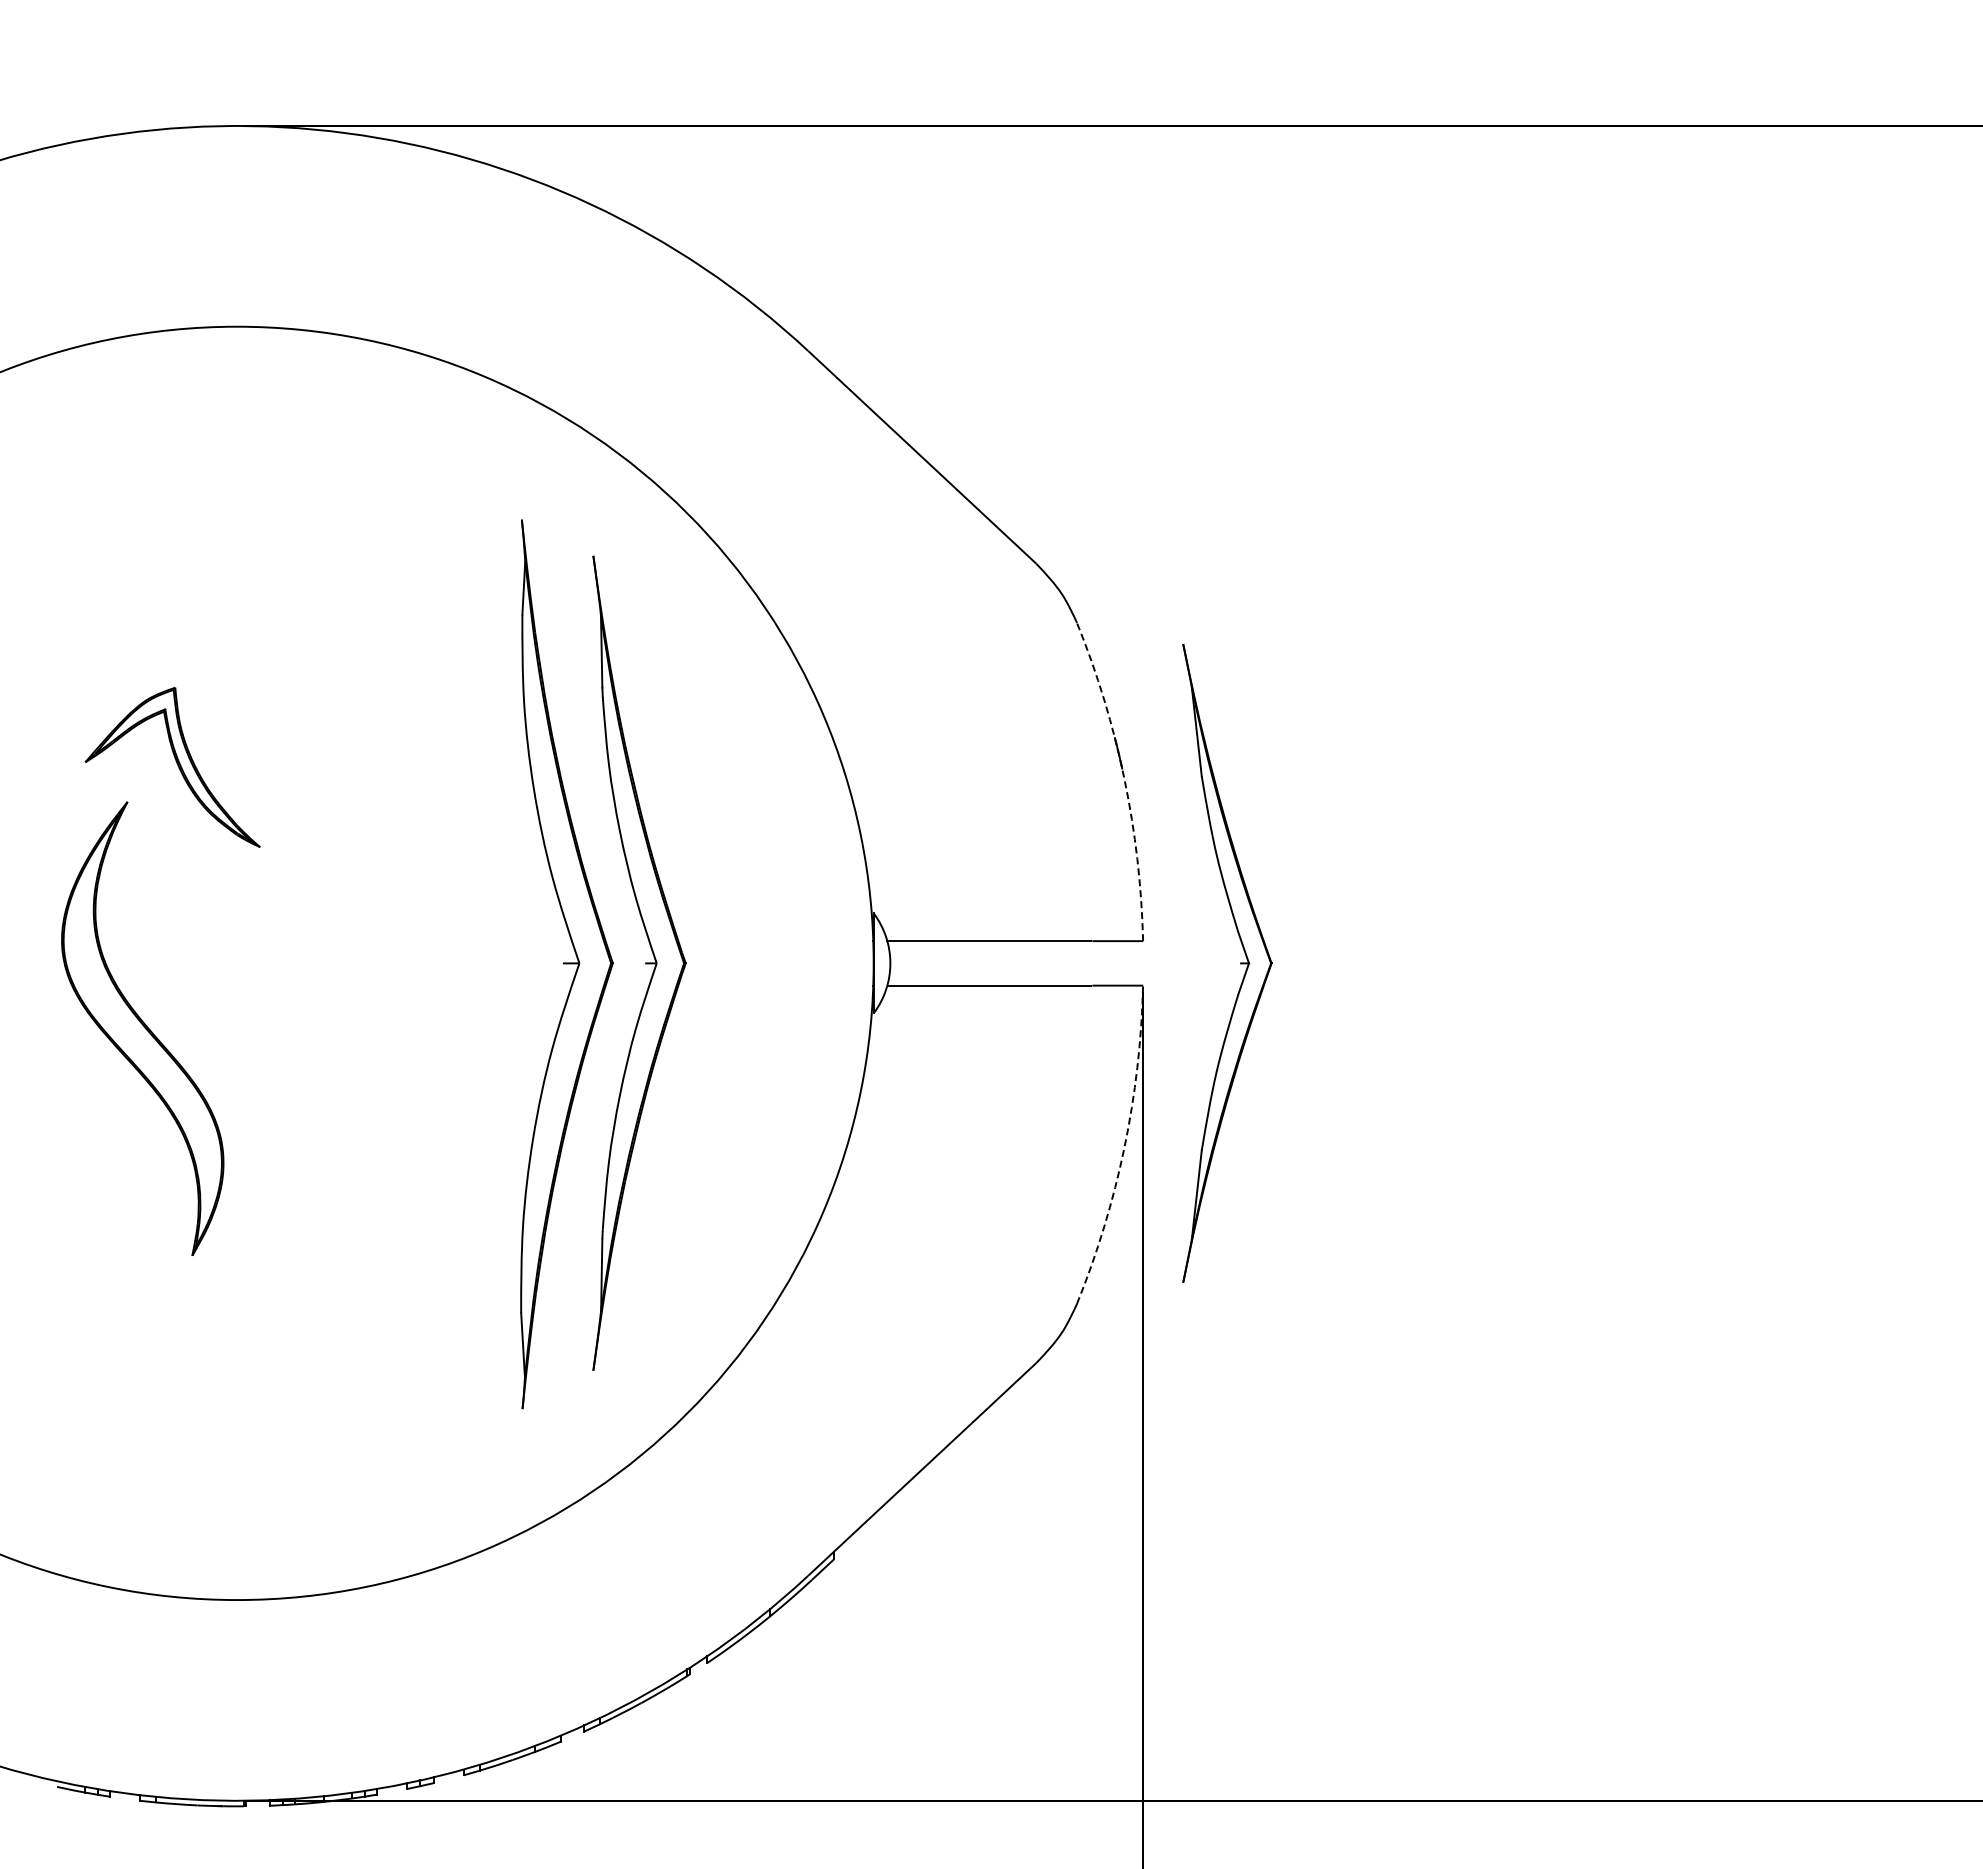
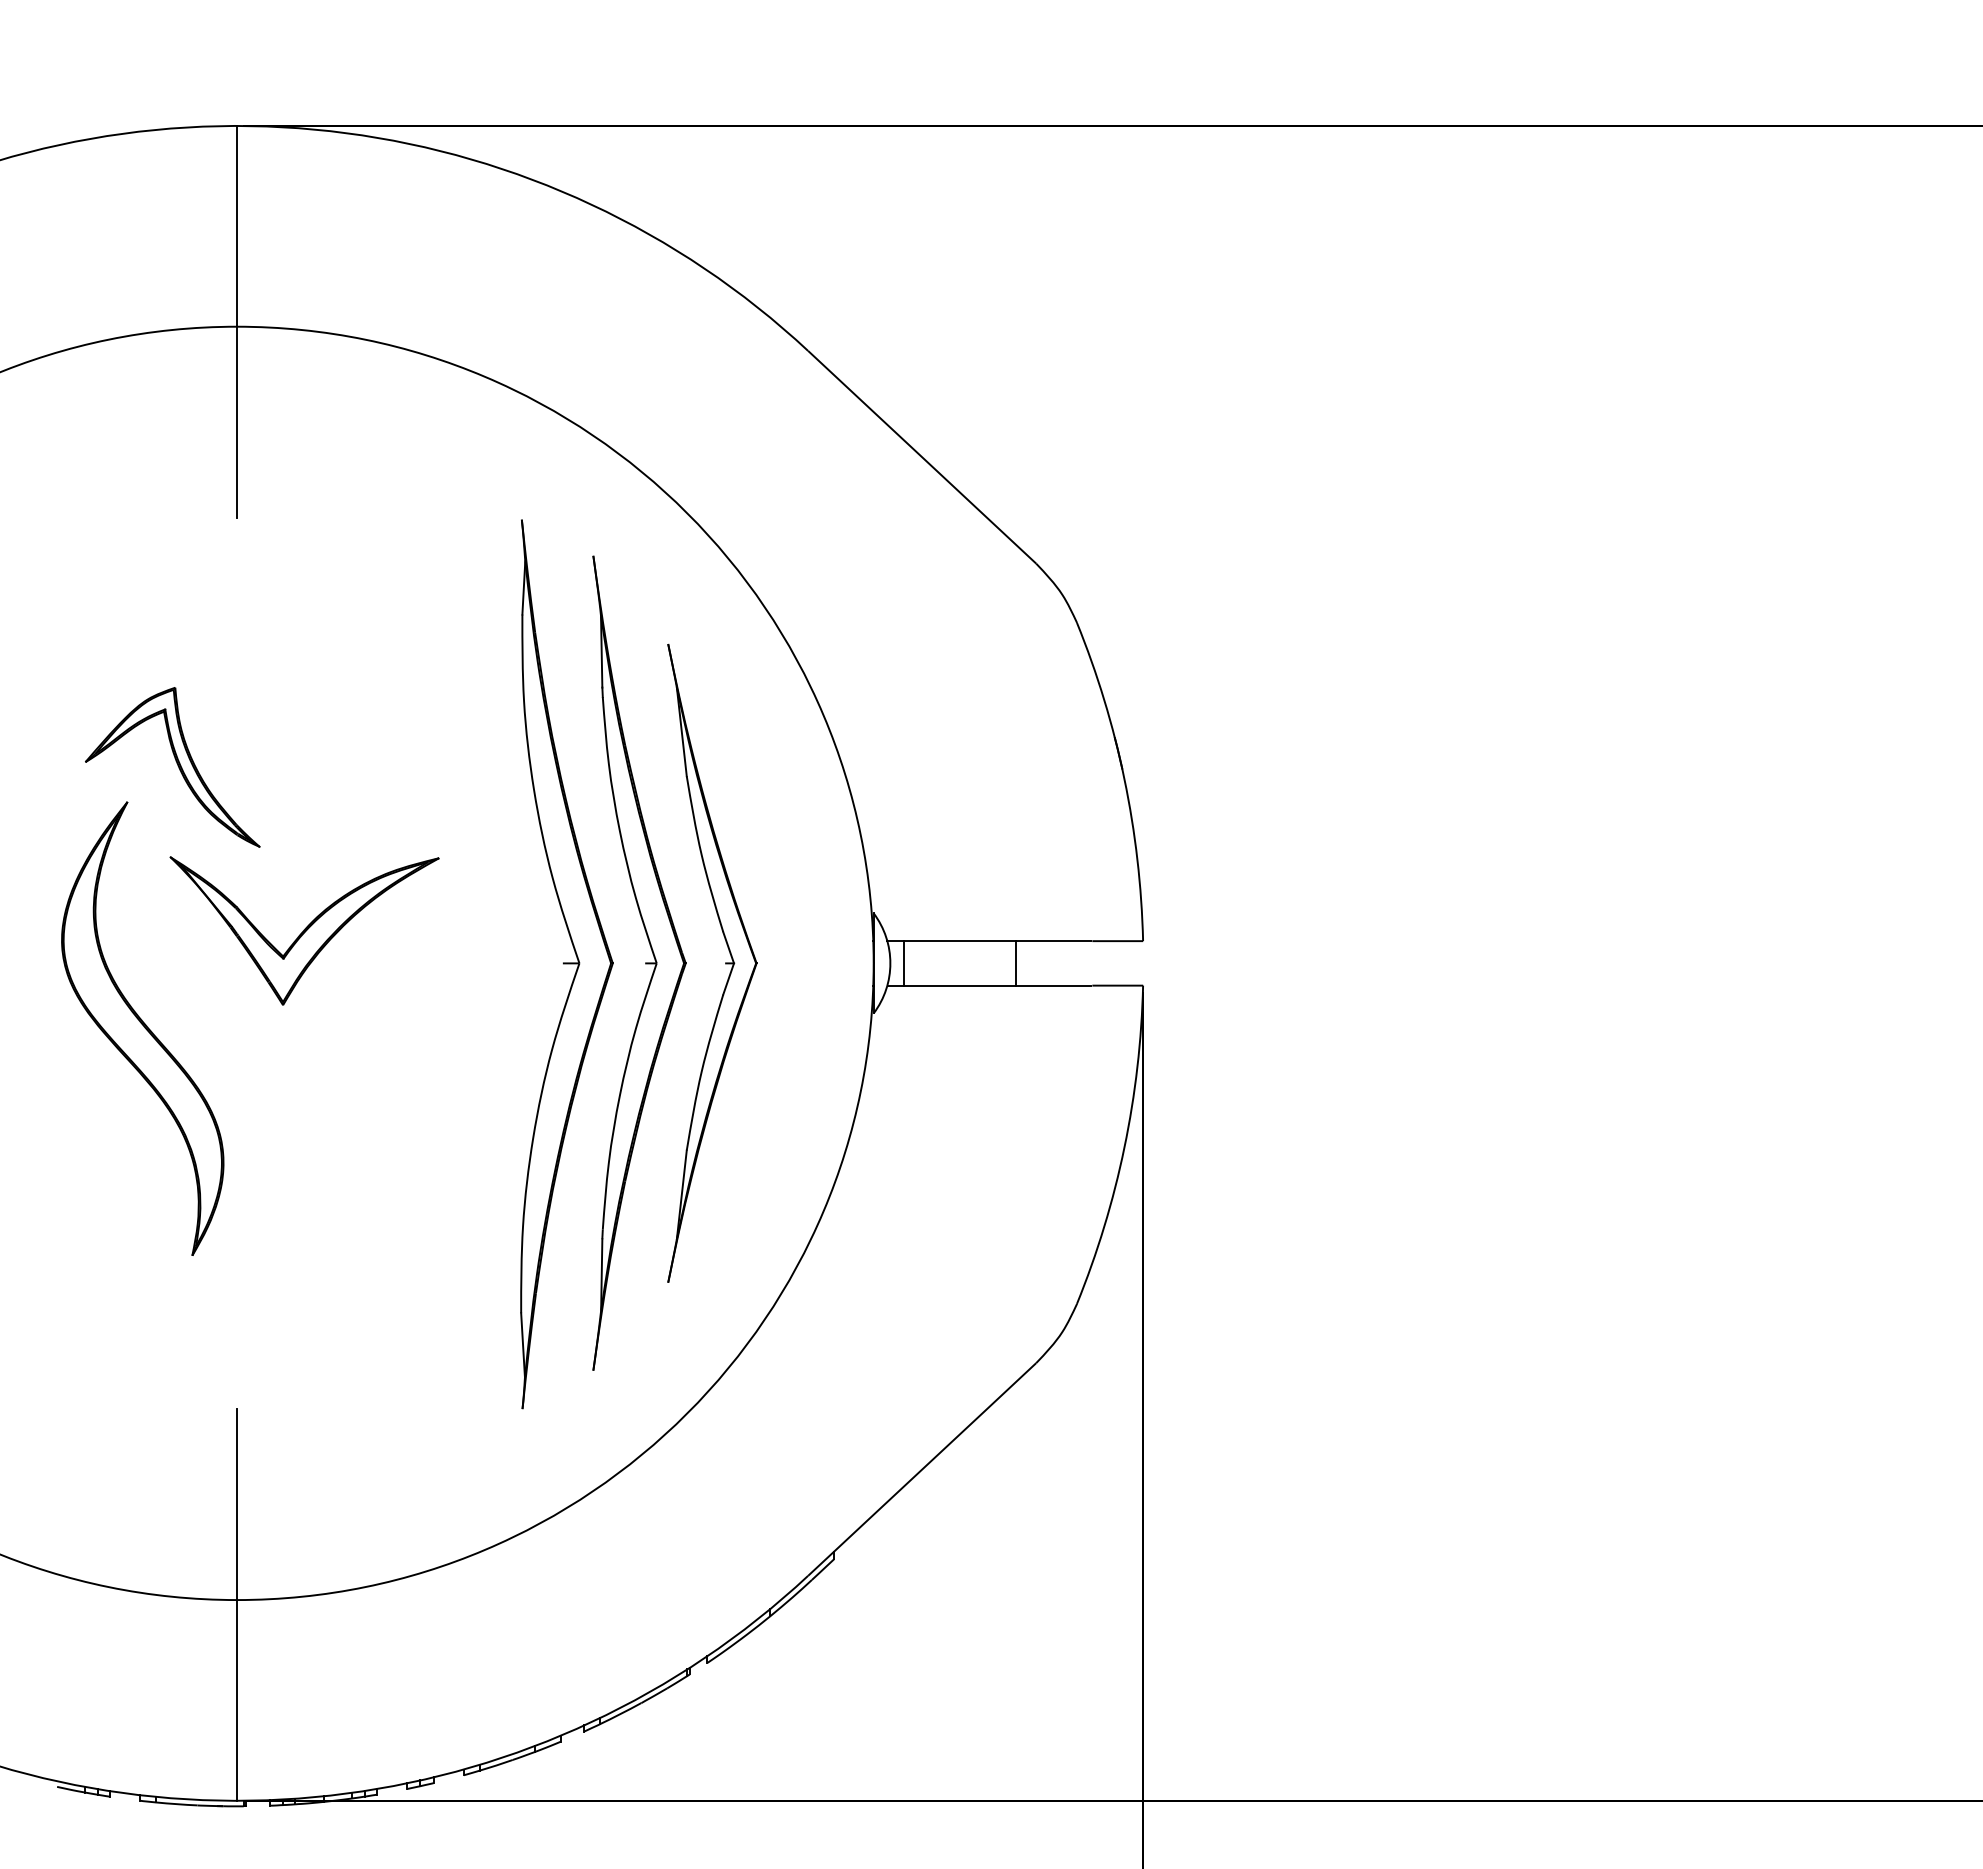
line at (237, 322): none -> present
arc at (1124, 779): dashed -> solid
part at (304, 930): none -> present
part at (1240, 962) position: (1240, 962) -> (725, 962)
line at (904, 963): none -> present
line at (1015, 963): none -> present
arc at (1124, 1147): dashed -> solid
line at (237, 1604): none -> present
